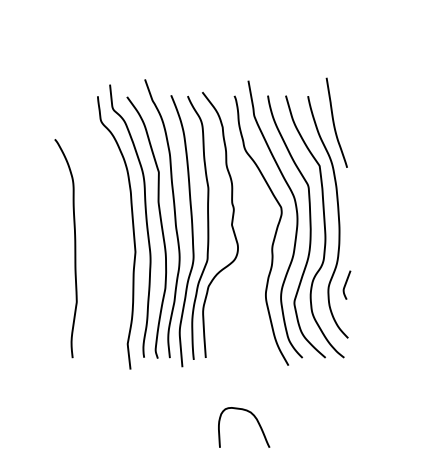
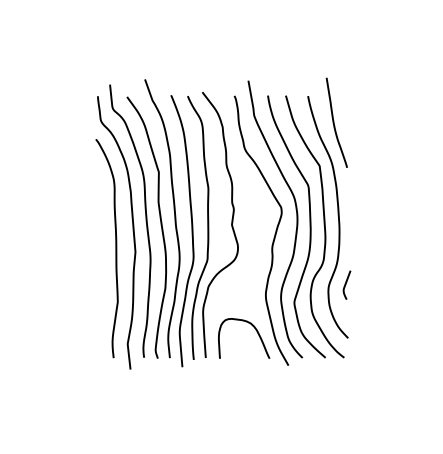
curve at (74, 248) position: (74, 248) -> (115, 248)
curve at (256, 421) position: (256, 421) -> (256, 332)
